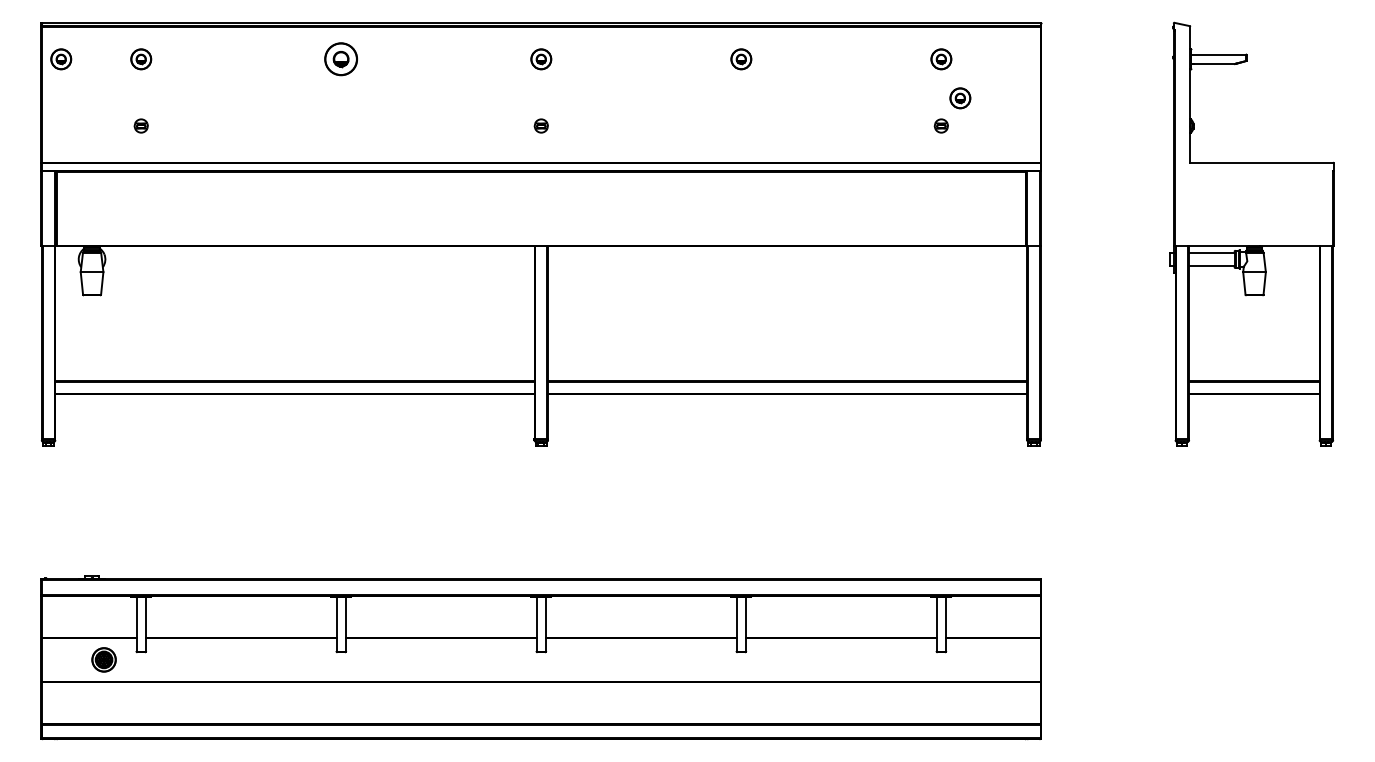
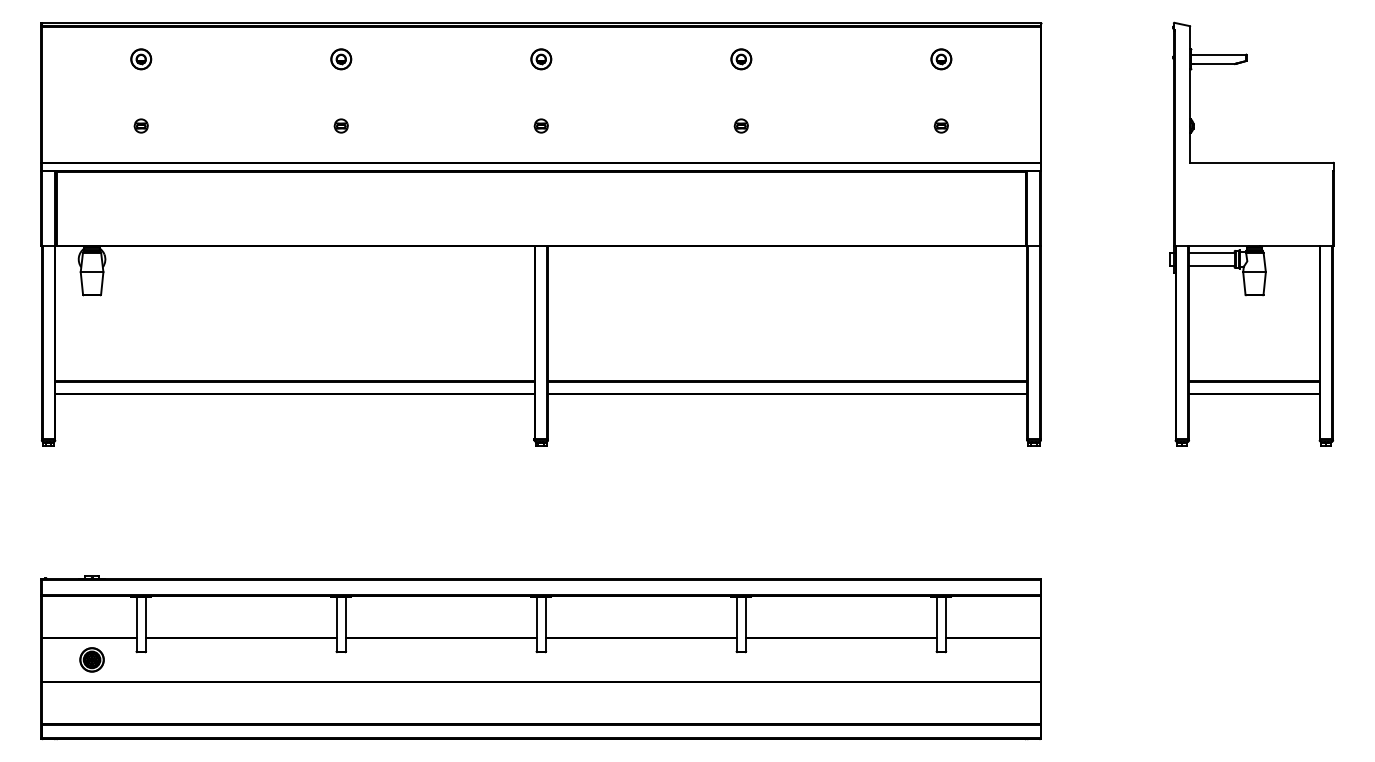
part at (61, 59): present -> none
part at (340, 59) size: 34x35 px -> 23x23 px
part at (960, 98): present -> none
part at (340, 125): none -> present
part at (740, 125): none -> present
part at (103, 659) position: (103, 659) -> (91, 659)
